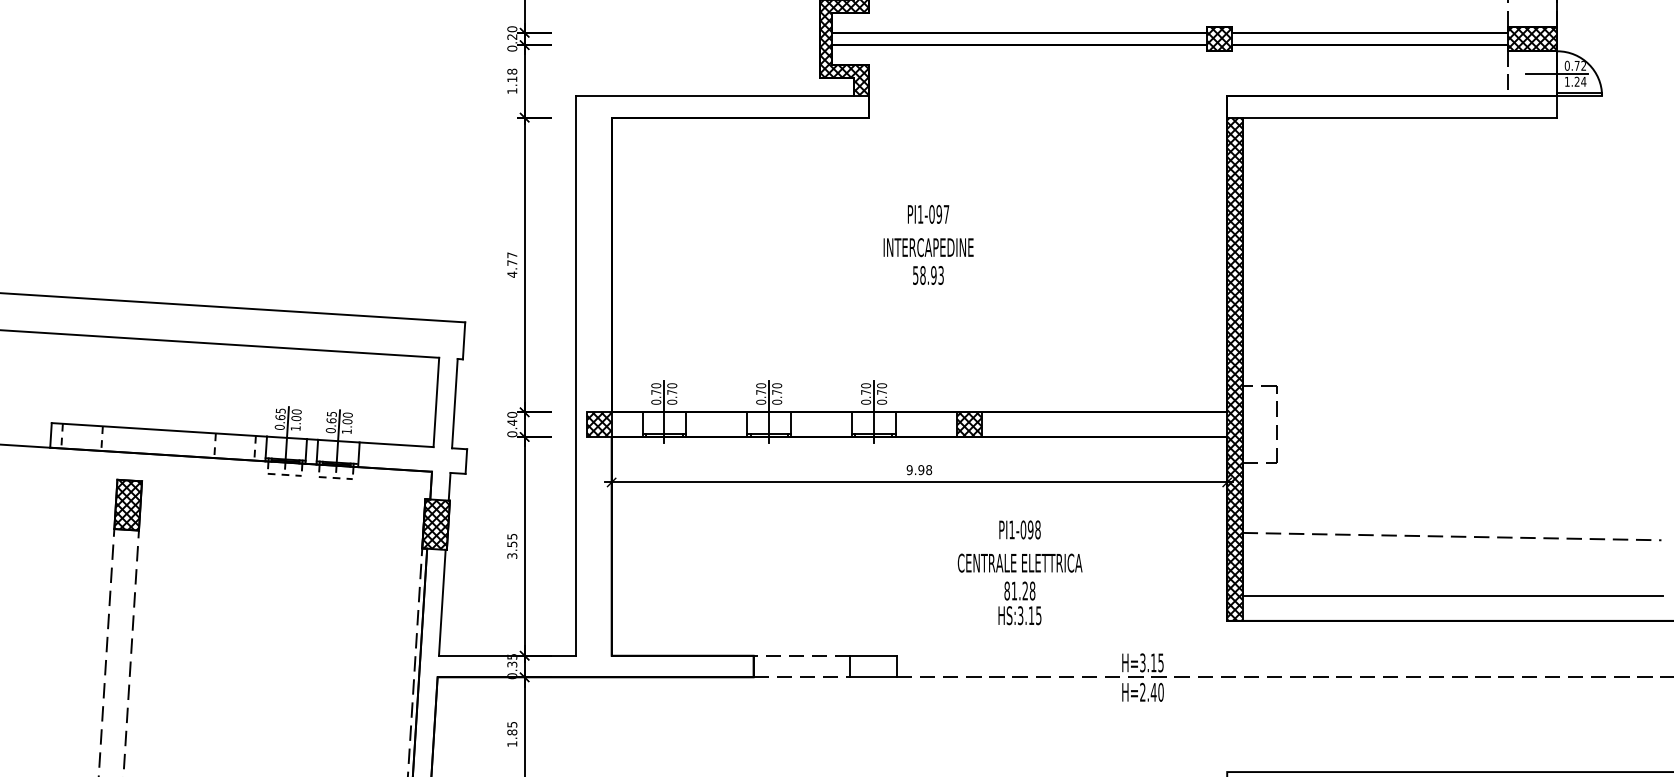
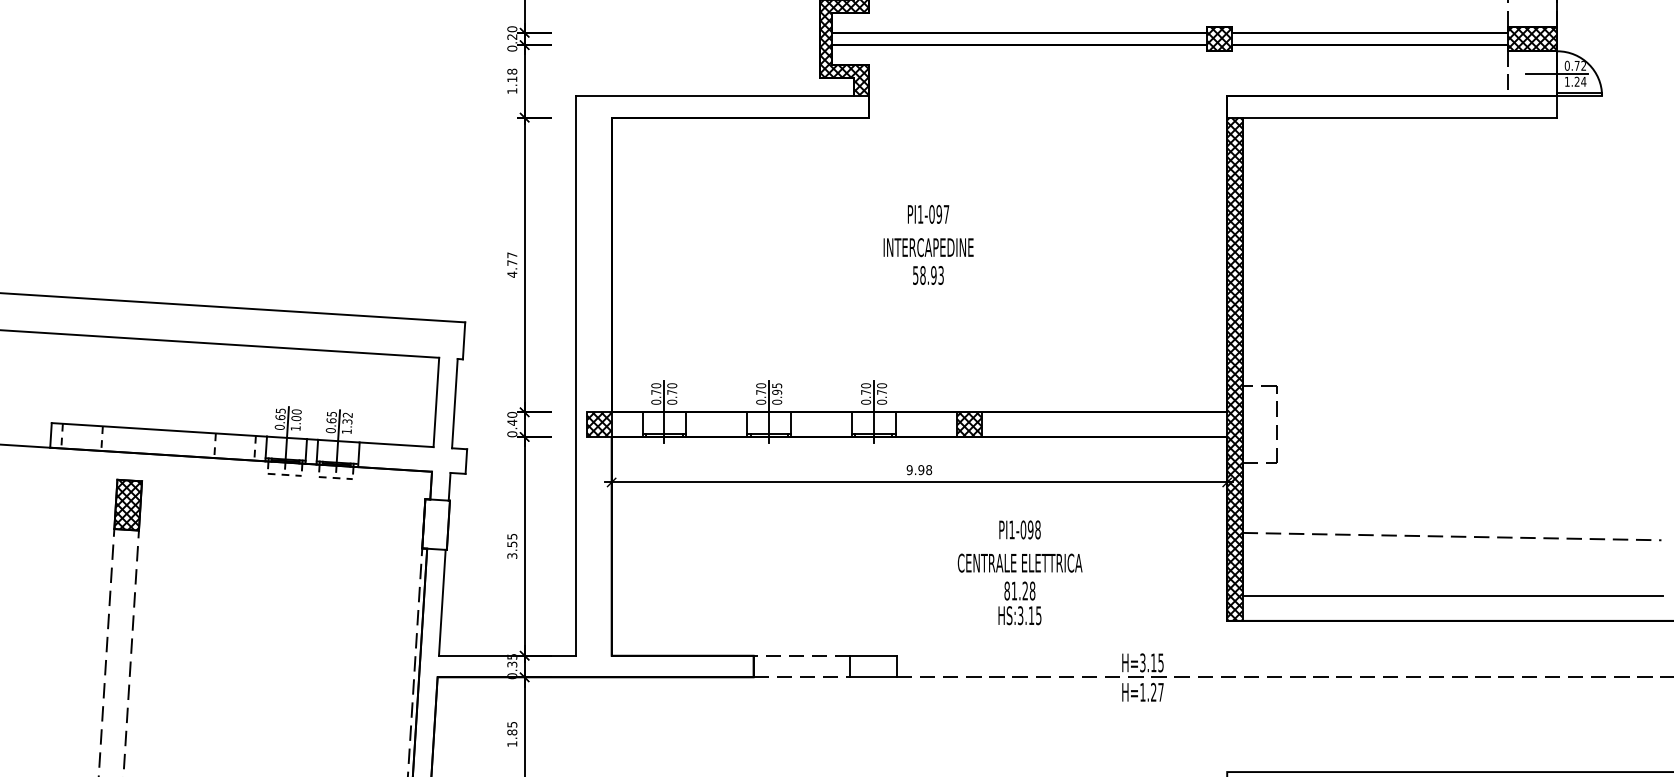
text at (777, 388): 0.70 -> 0.95
text at (347, 418): 1.00 -> 1.32
hatch at (435, 524): present -> none
text at (1151, 691): H=2.40 -> H=1.27
